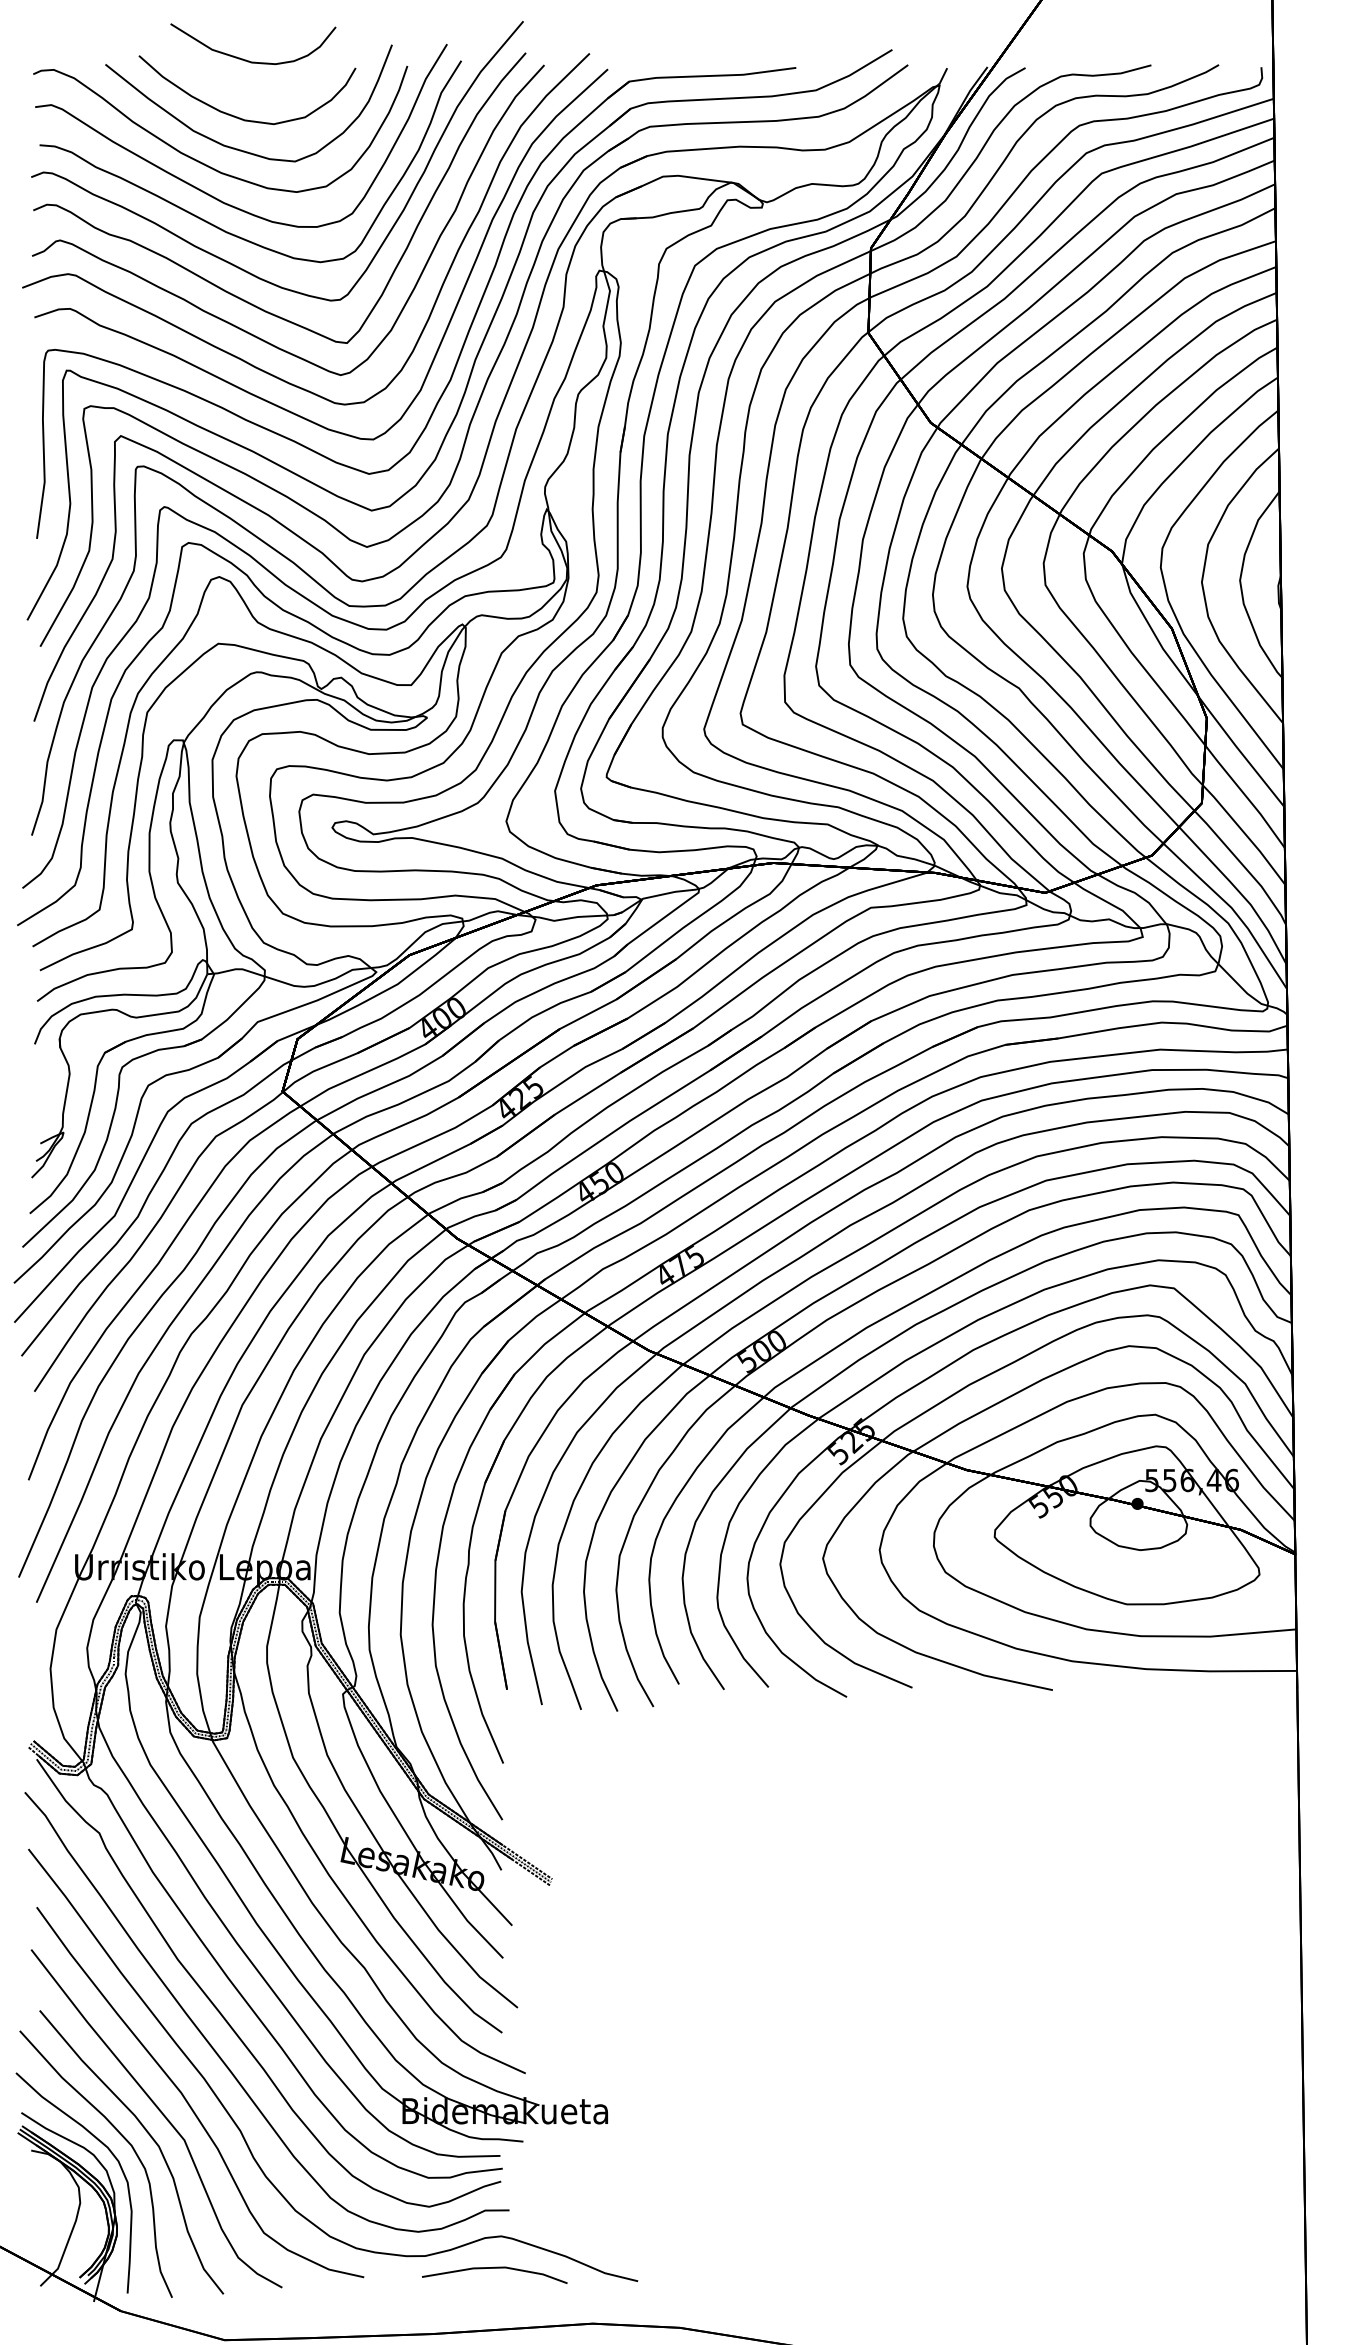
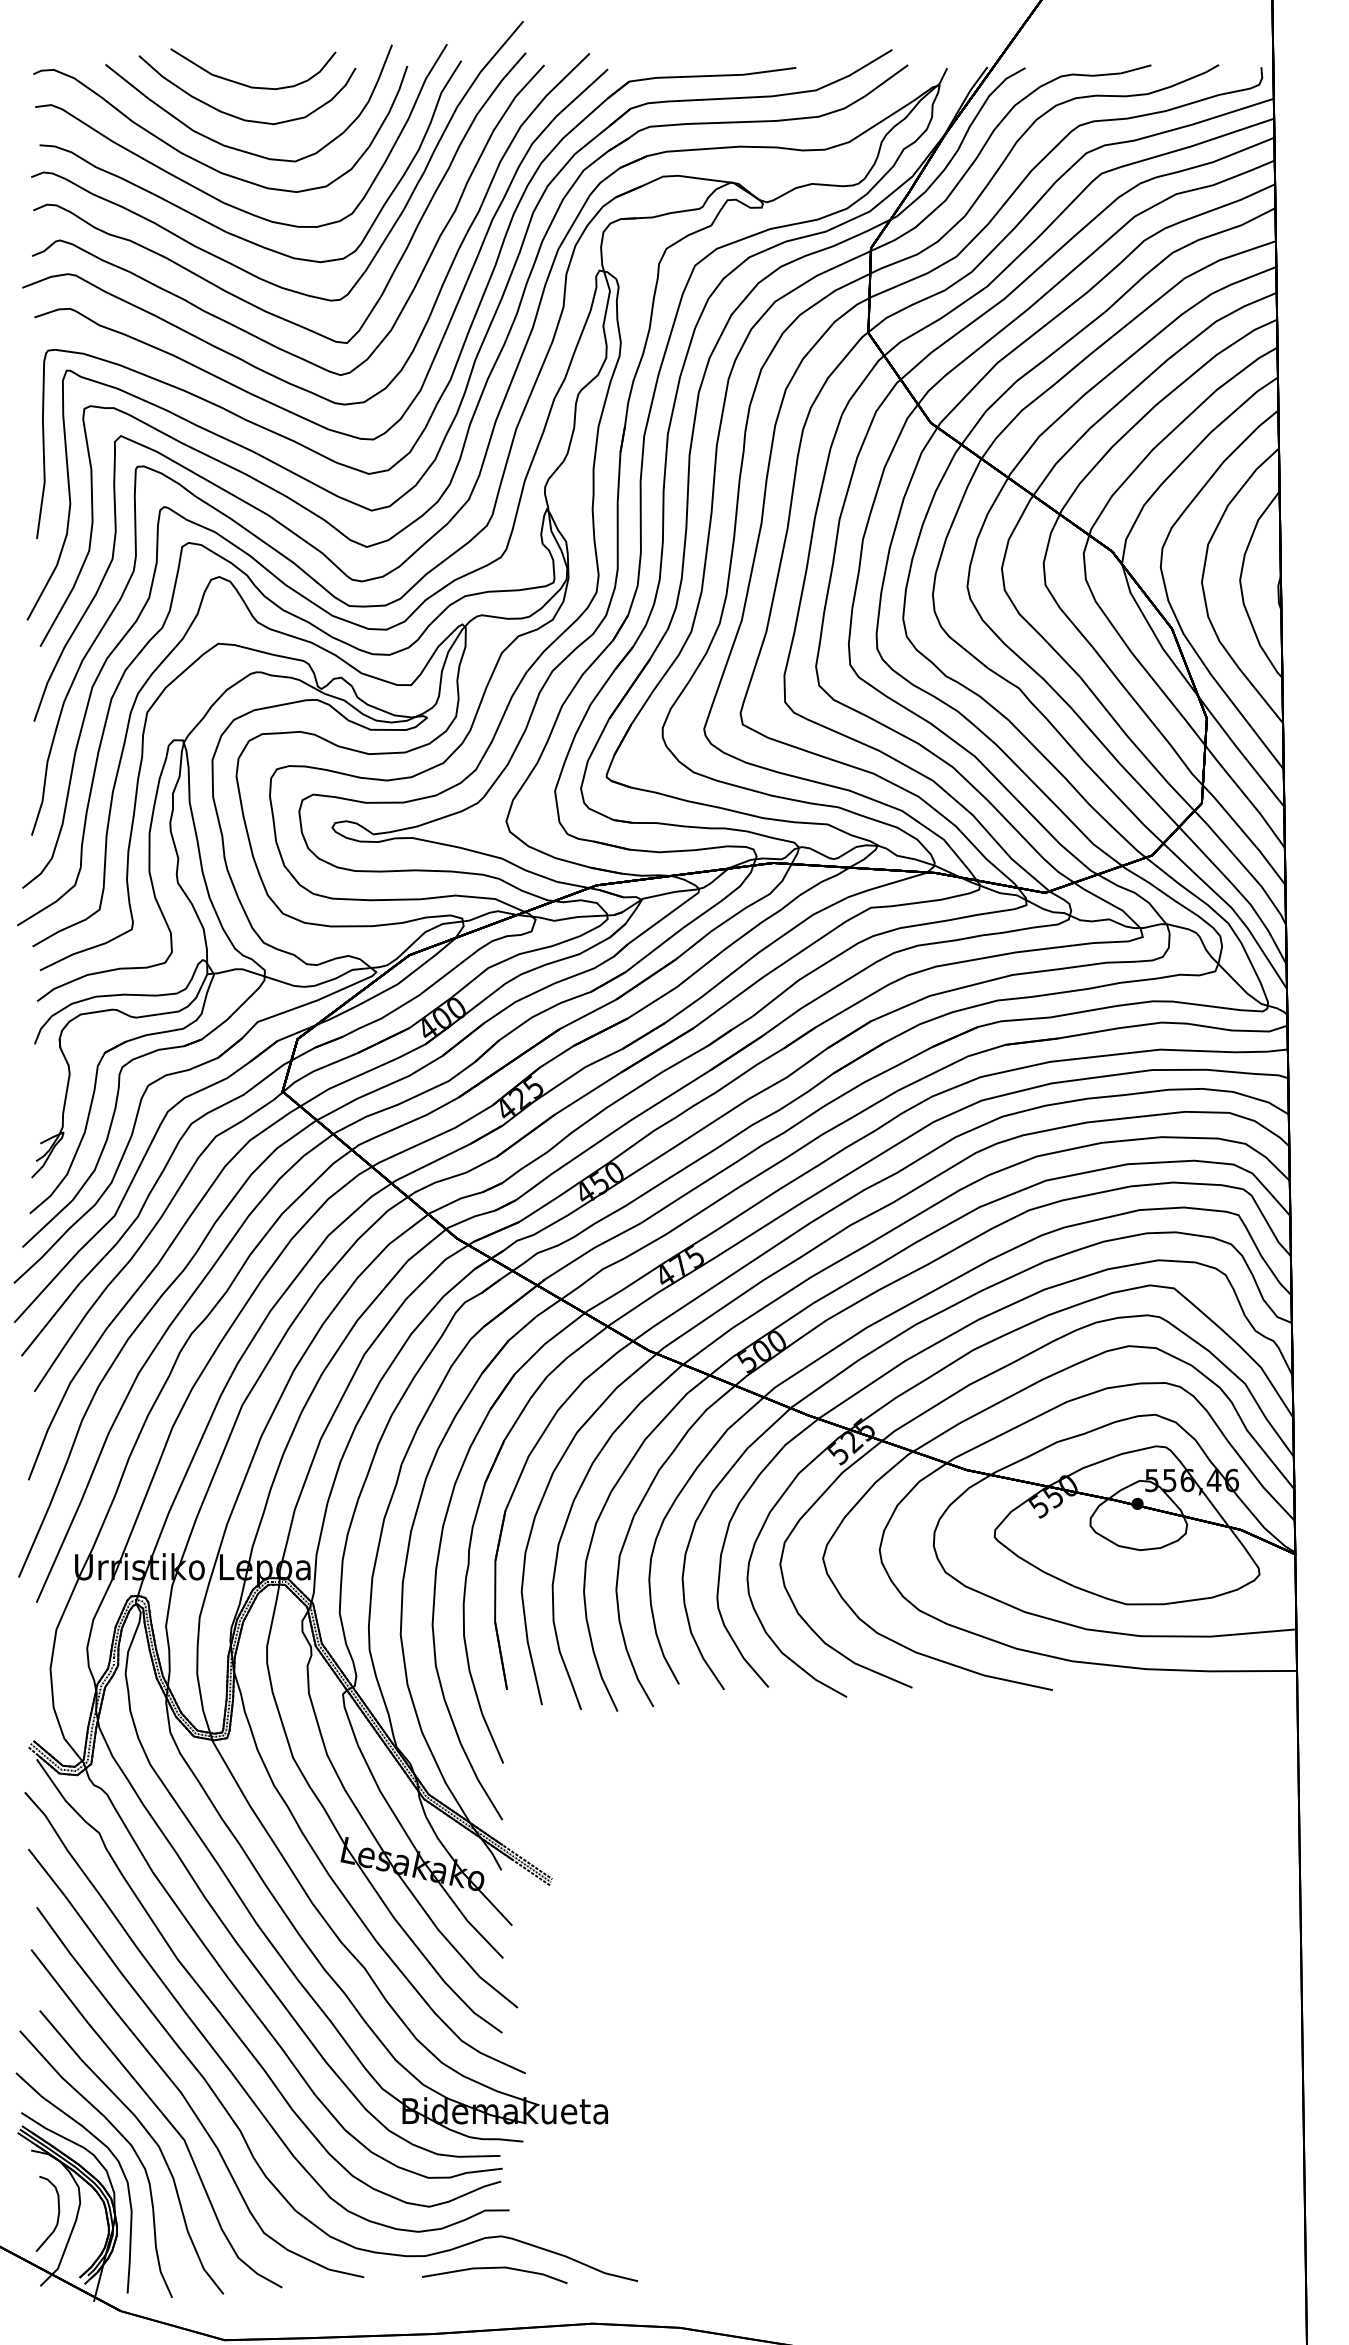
part at (249, 60) position: (249, 60) -> (249, 85)
curve at (57, 2215): none -> present
